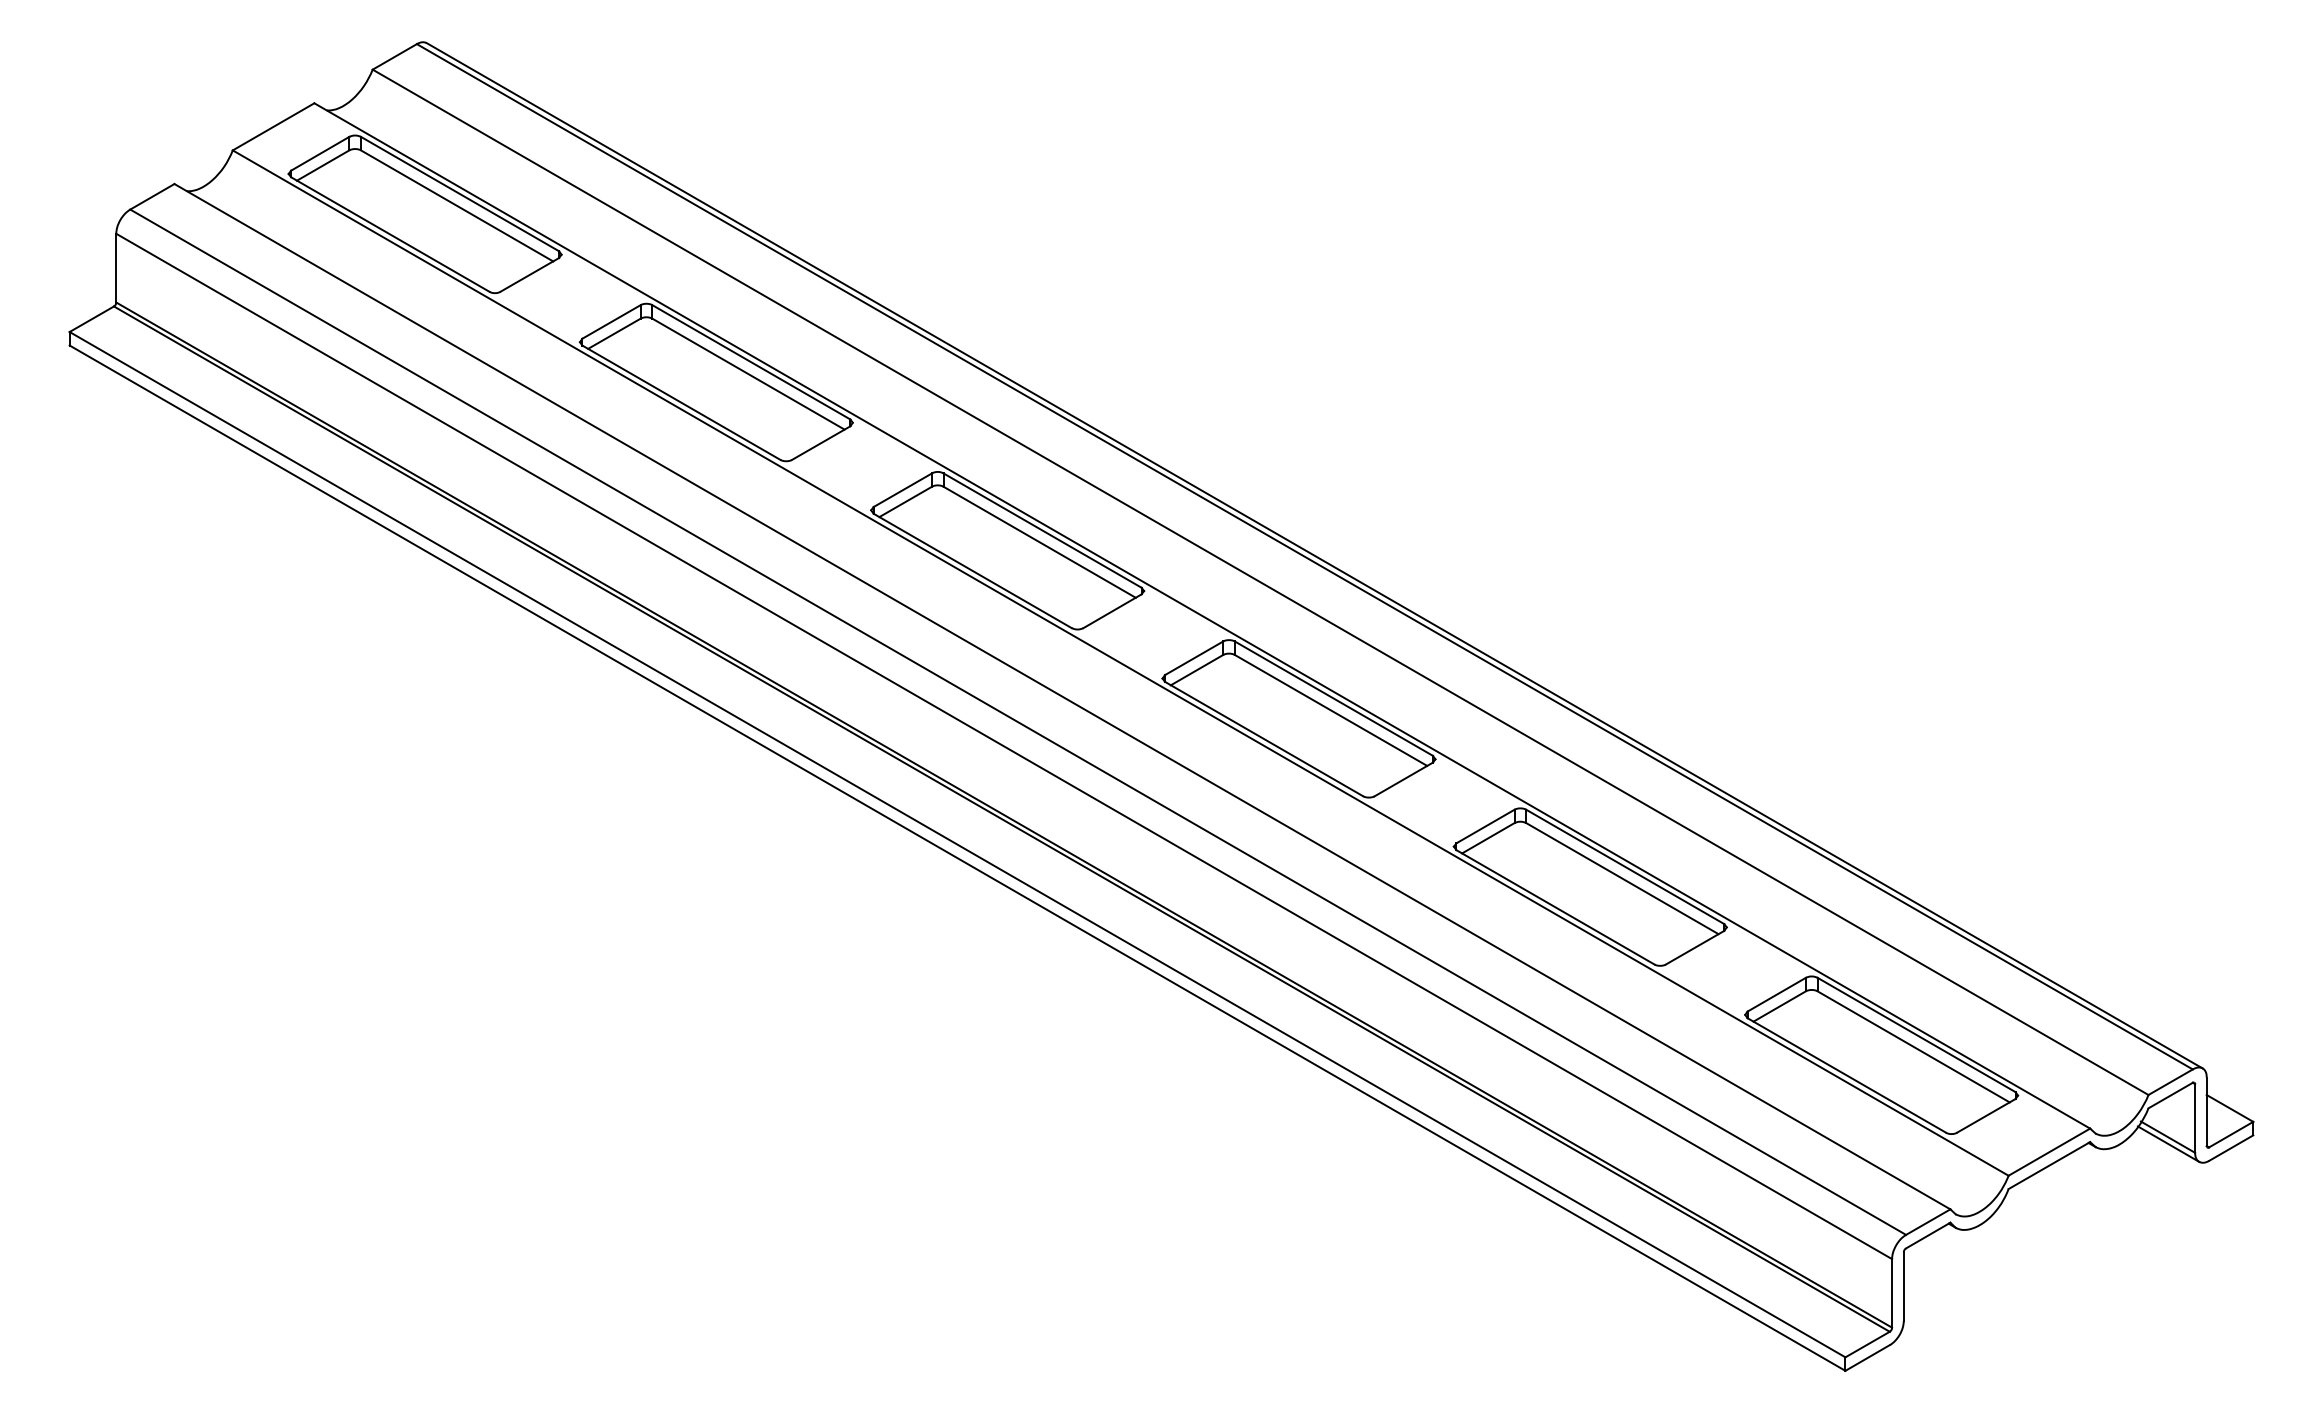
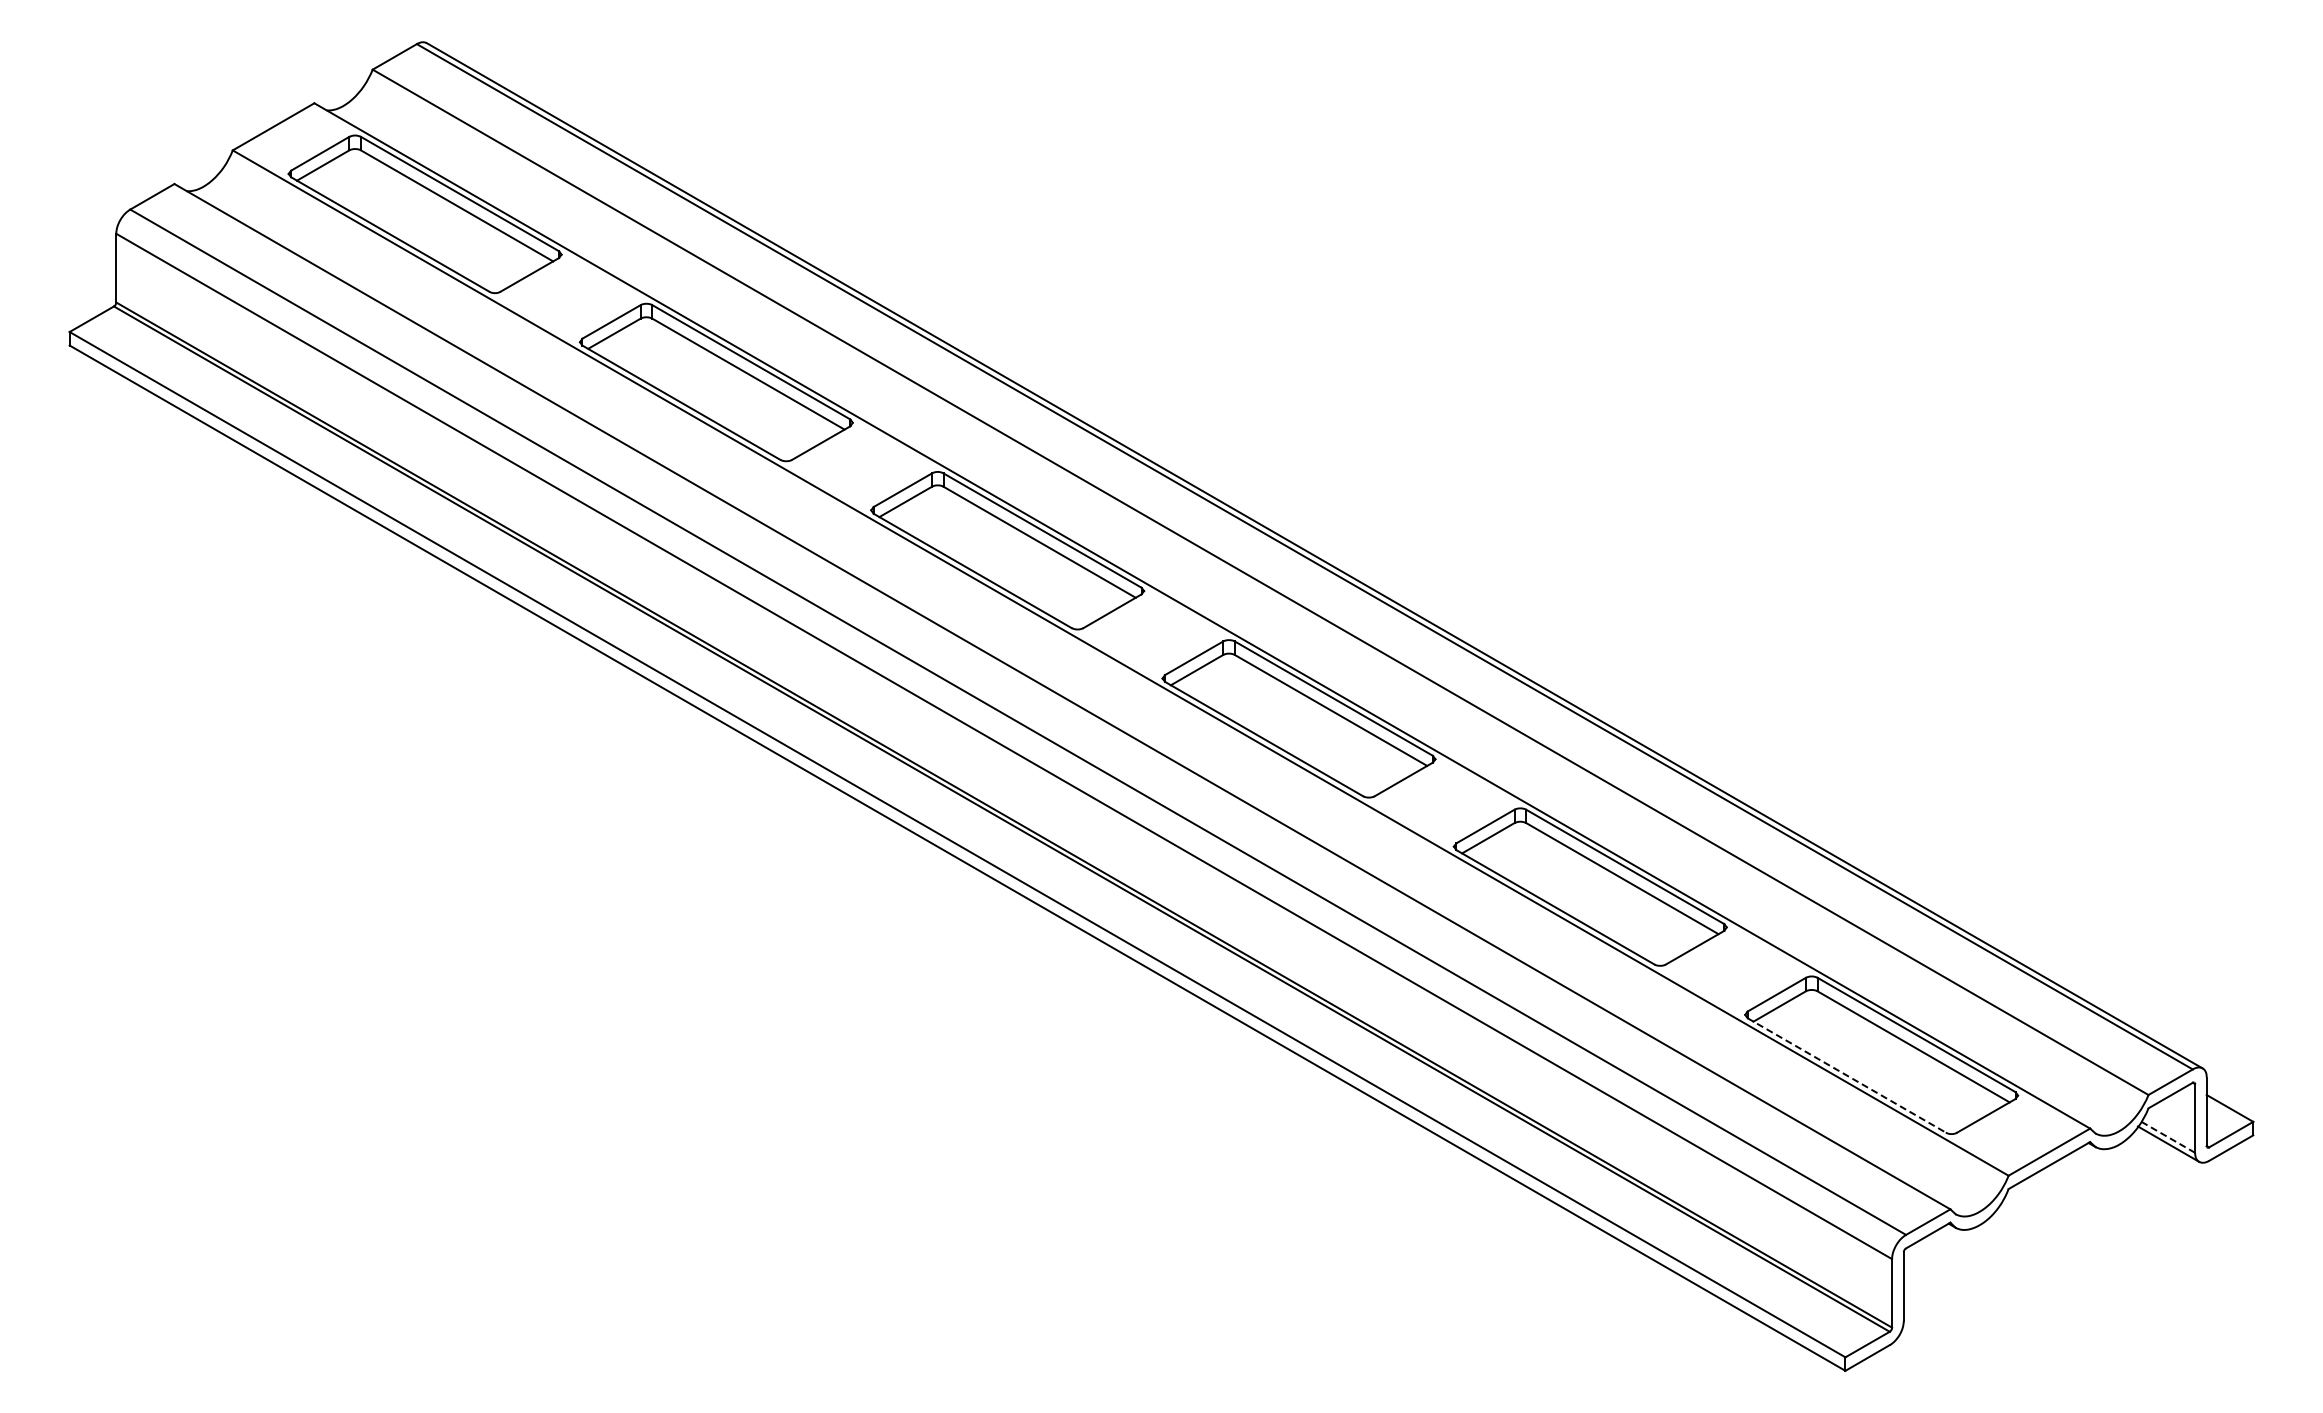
line at (1847, 1075): solid -> dashed
line at (2167, 1136): solid -> dashed
